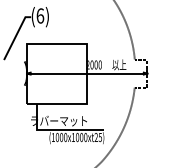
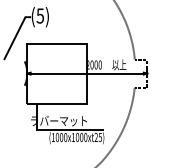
text at (40, 15): (6) -> (5)
